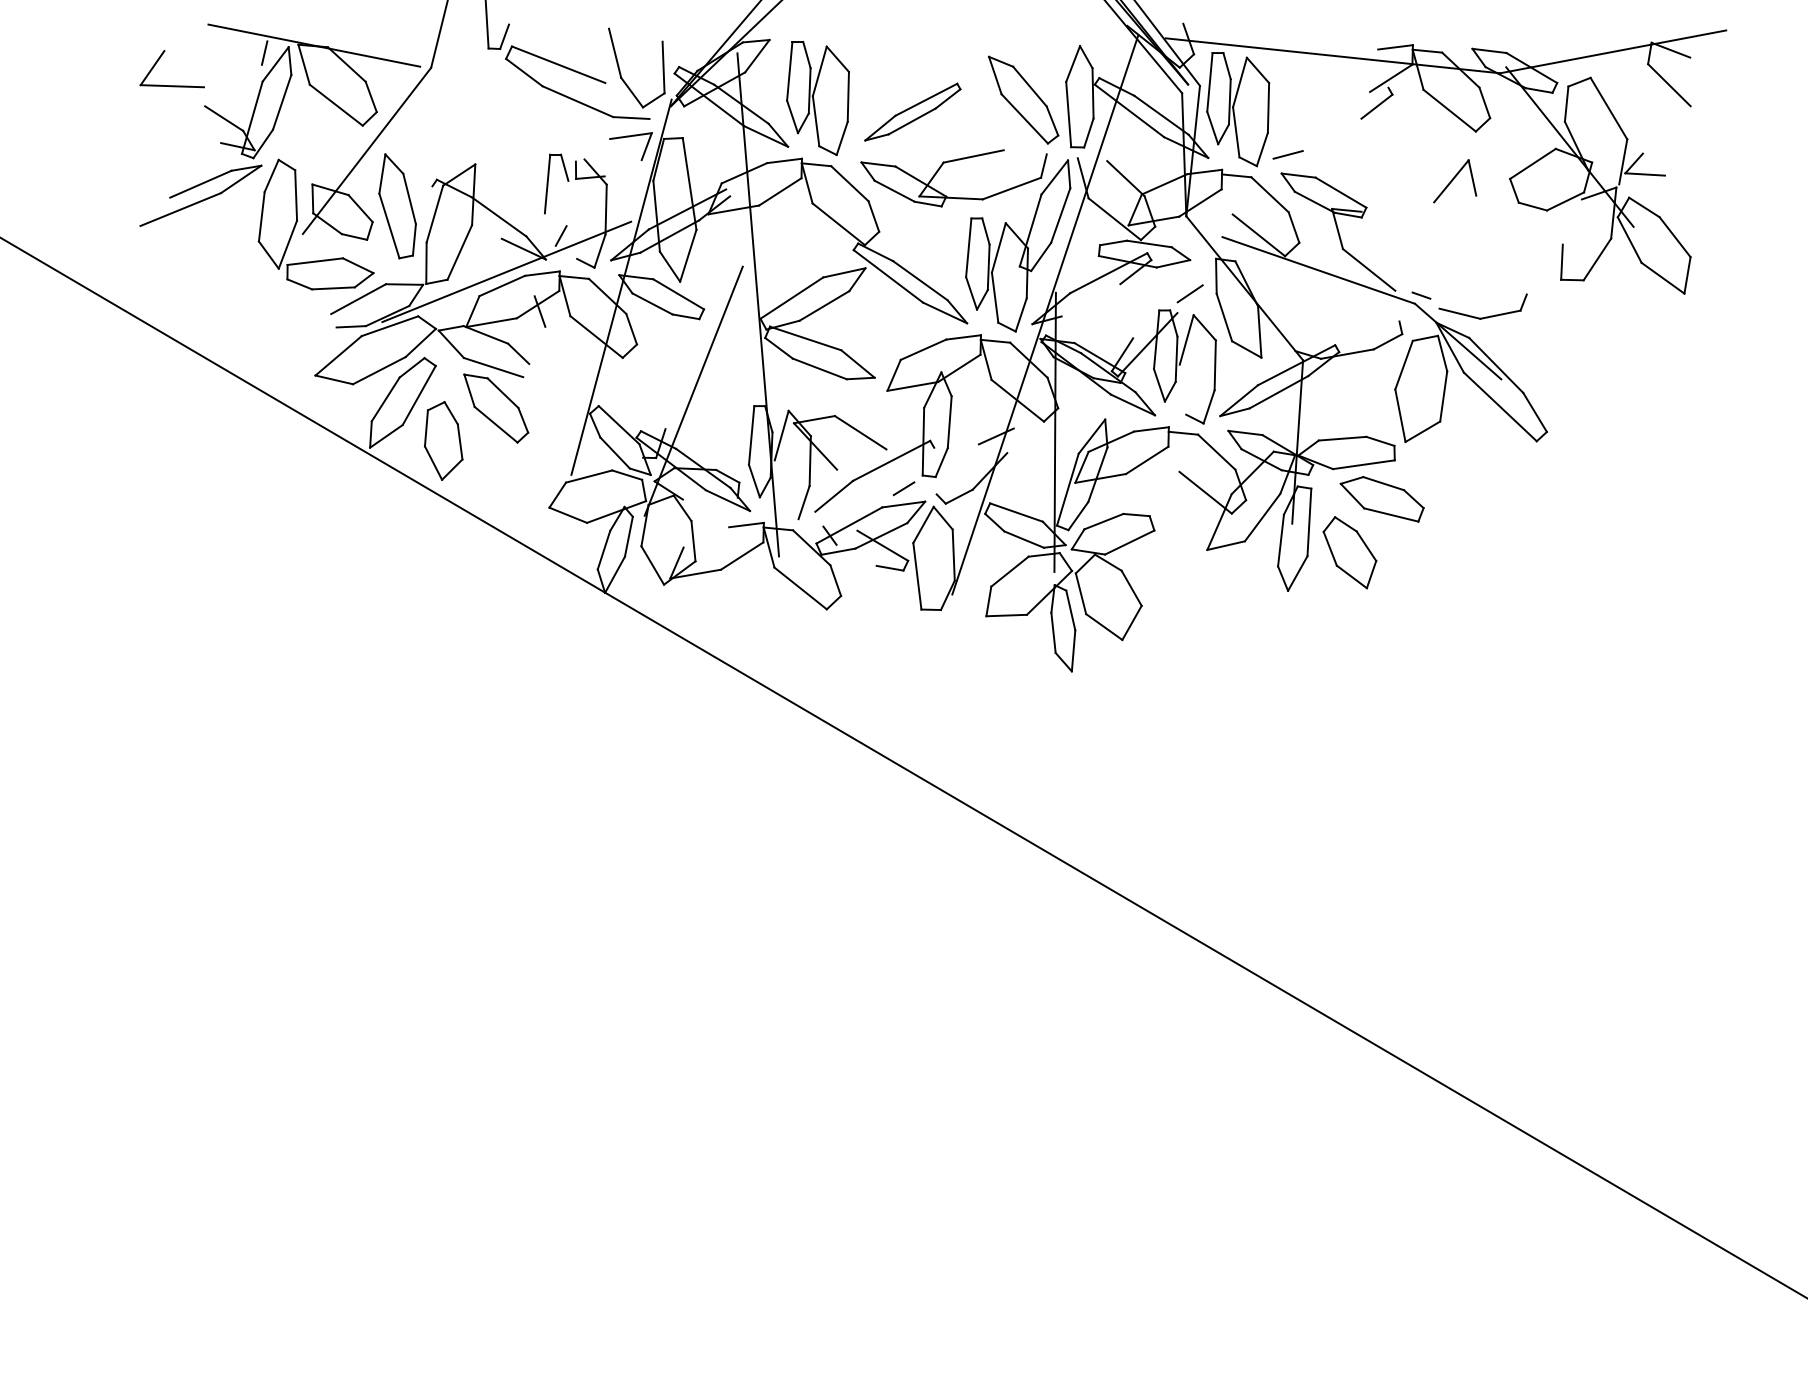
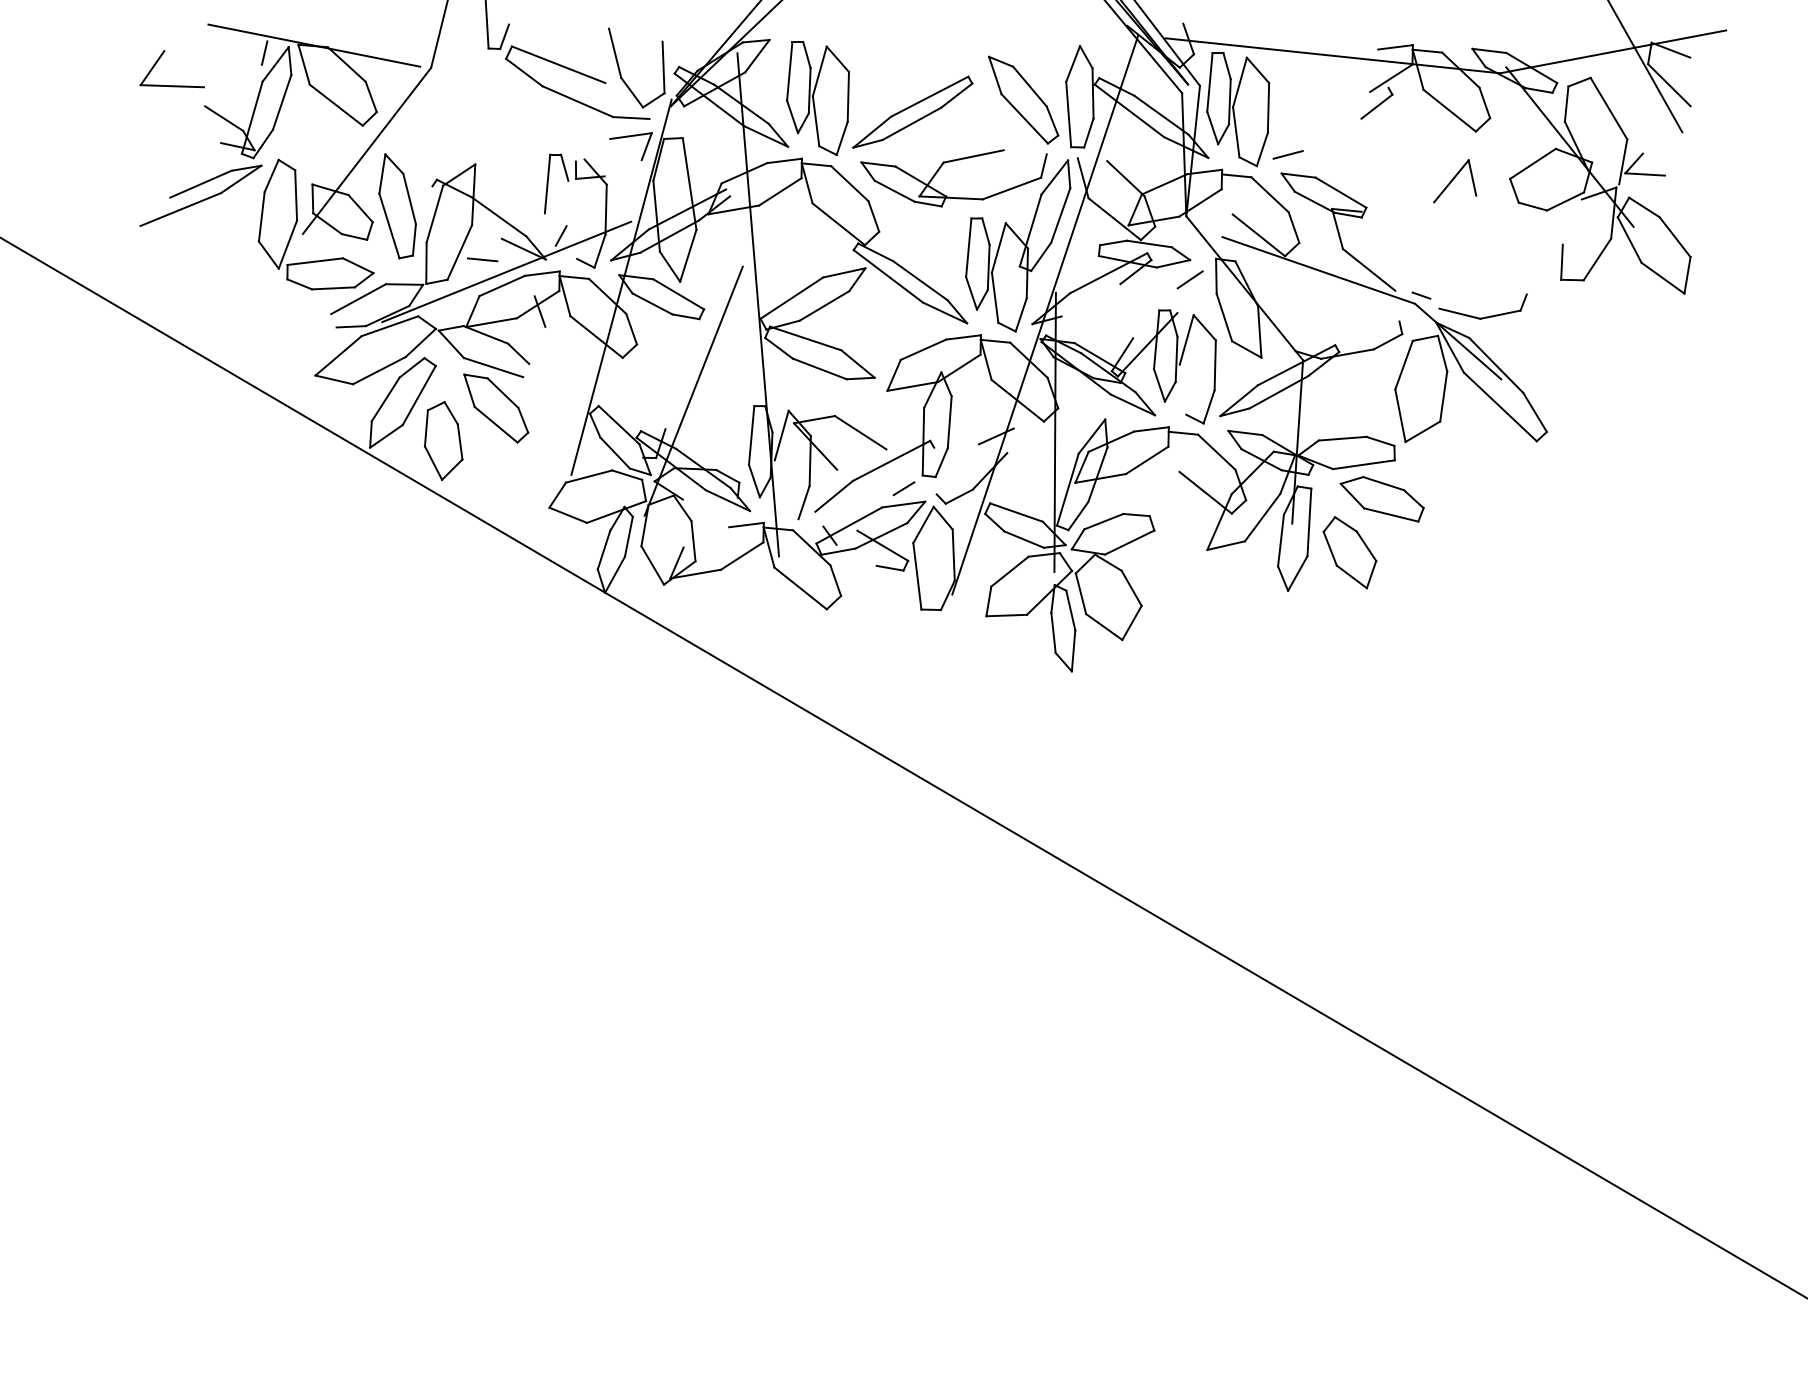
line at (1645, 67): none -> present
part at (912, 111) size: 98x60 px -> 122x74 px
line at (482, 259): none -> present
line at (1189, 293) position: (1189, 293) -> (1189, 279)
